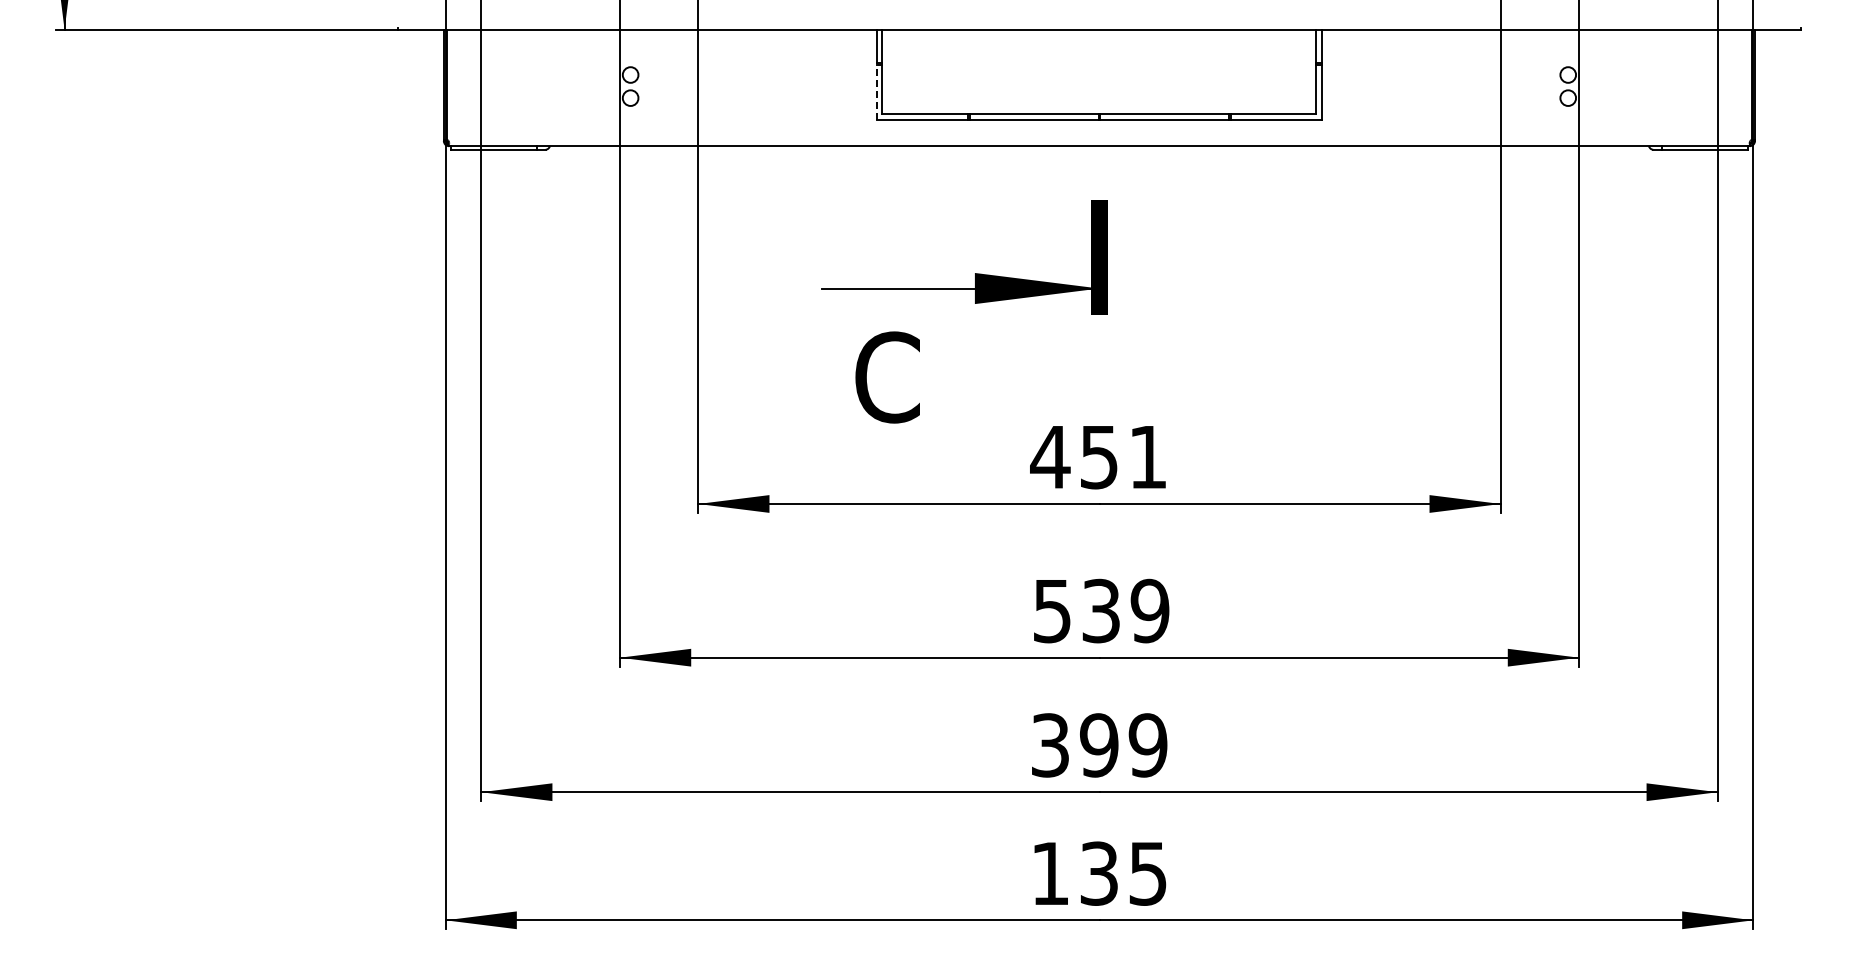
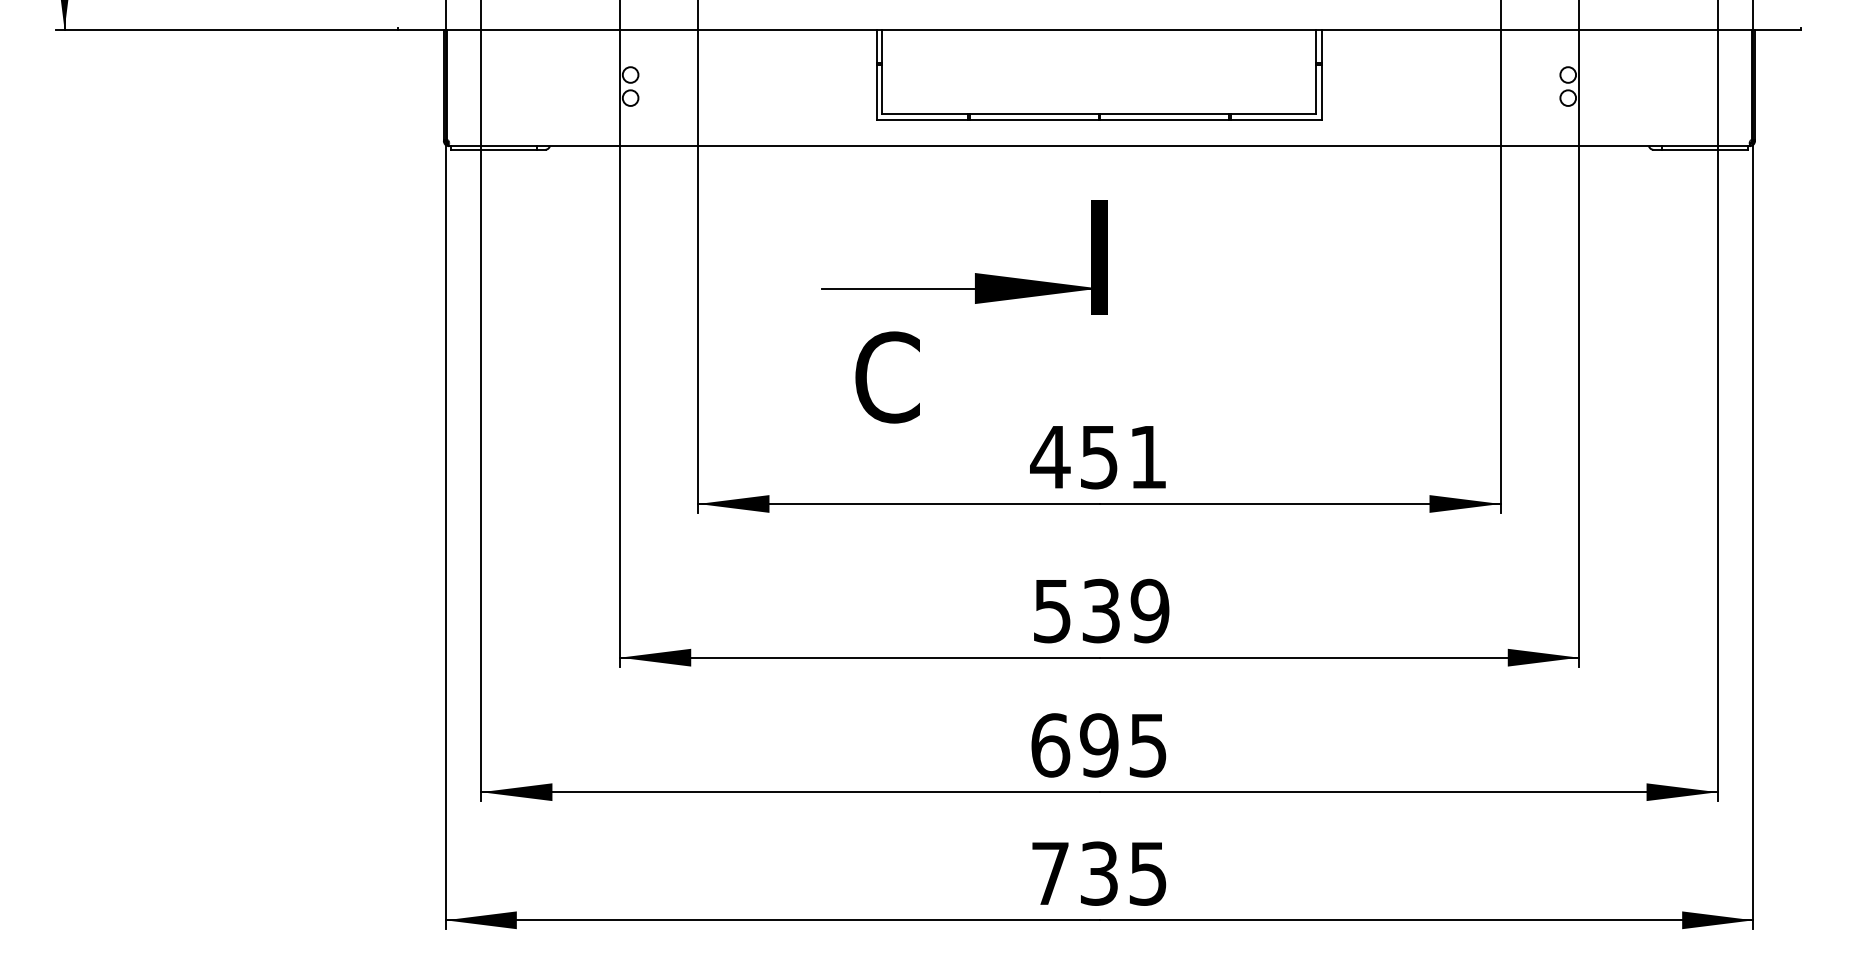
line at (877, 91): dashed -> solid
text at (1099, 745): 399 -> 695
text at (1050, 873): 135 -> 735
